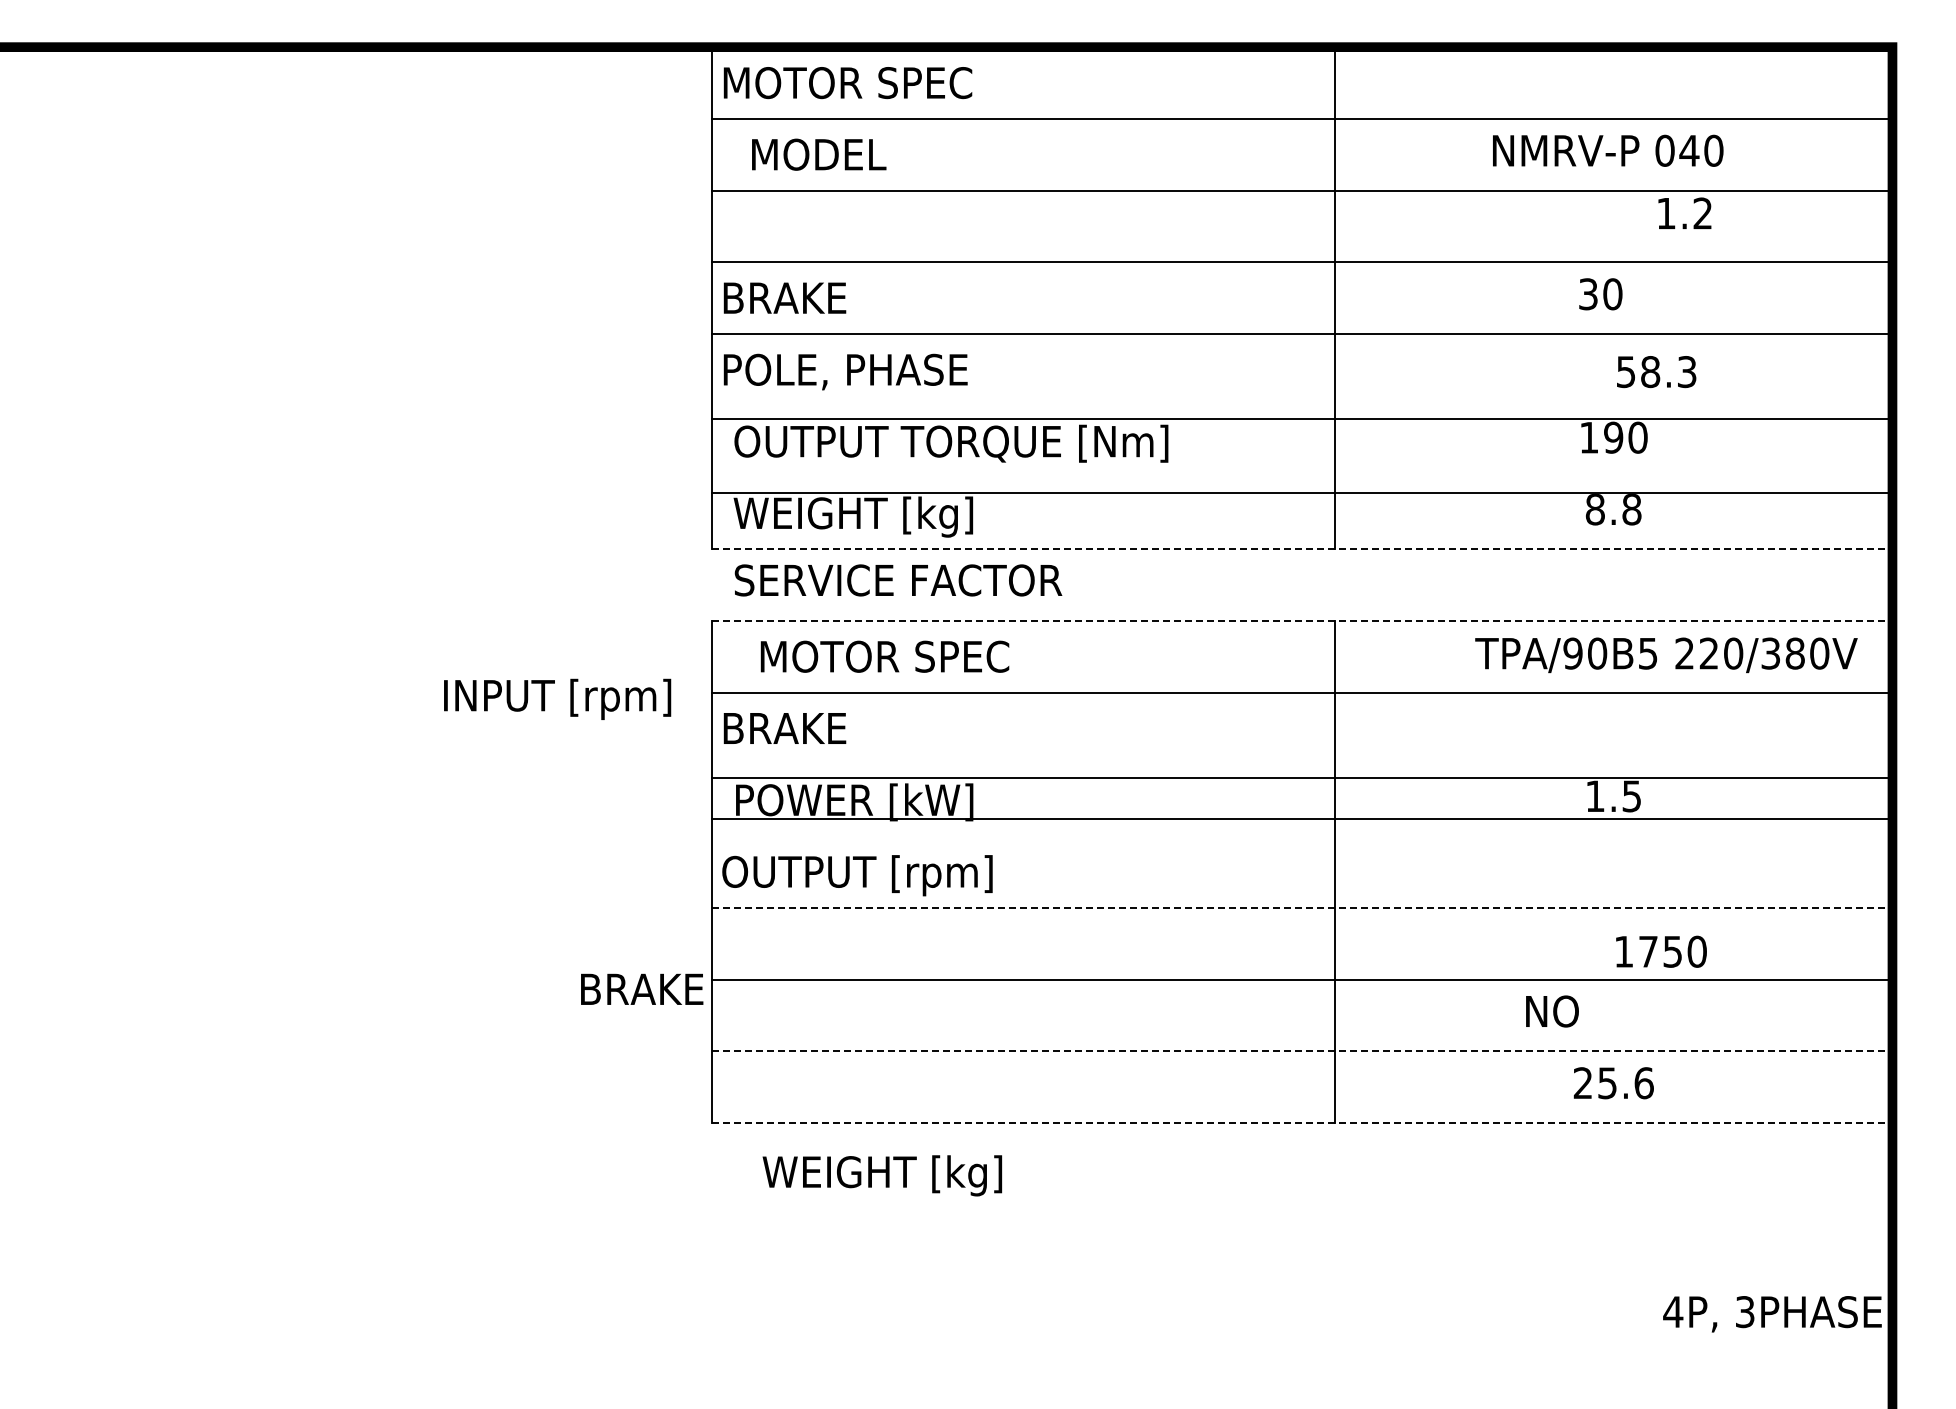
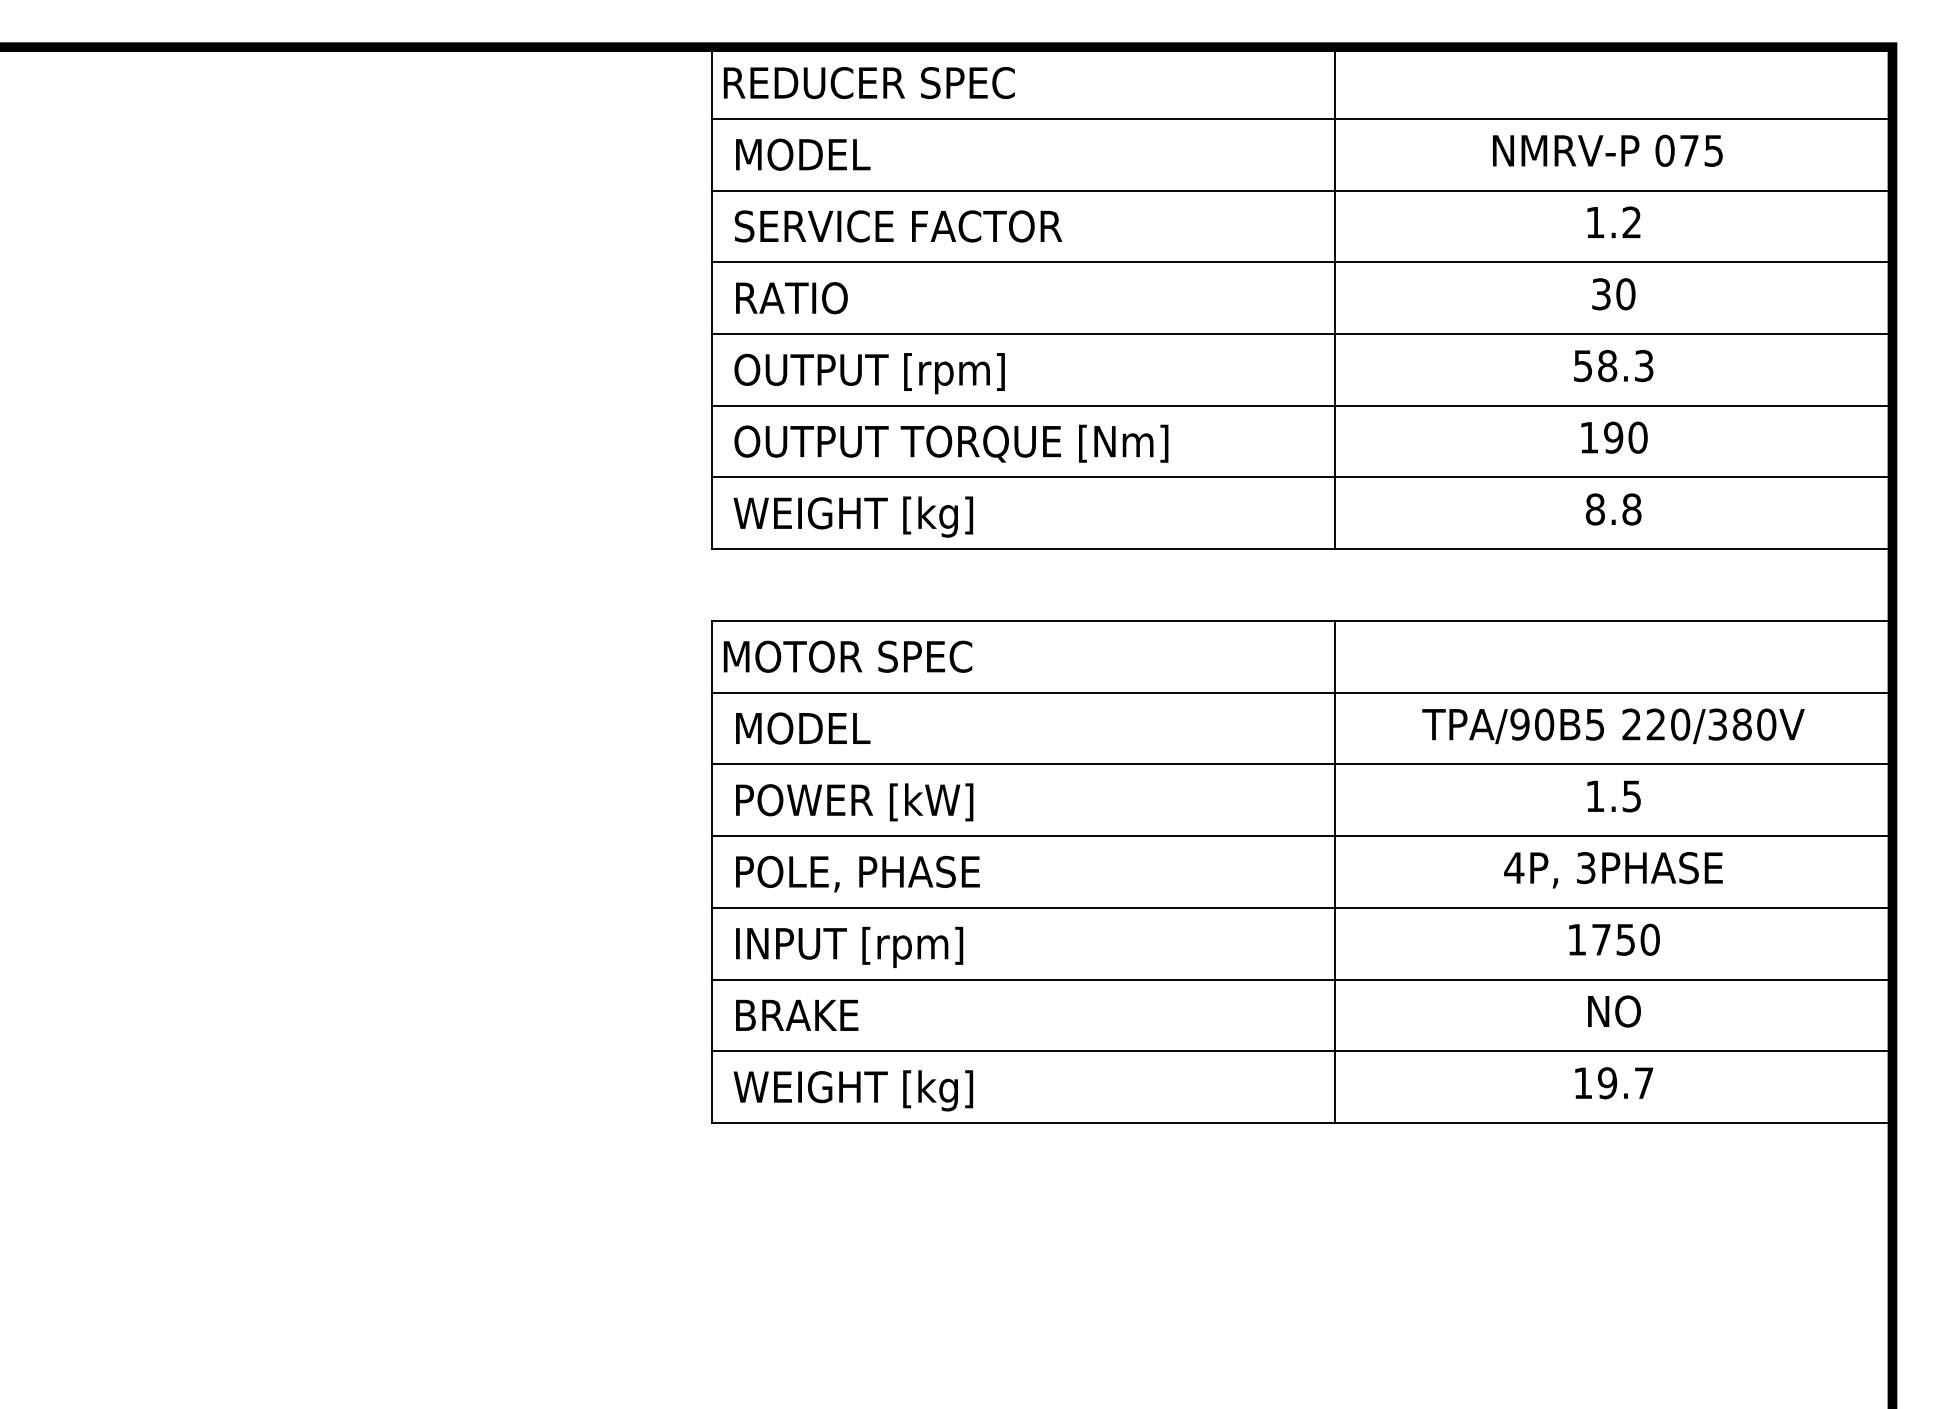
text at (870, 83): MOTOR SPEC -> REDUCER SPEC
text at (1701, 150): 040 -> 075
text at (819, 154) position: (819, 154) -> (803, 154)
text at (1684, 212) position: (1684, 212) -> (1613, 221)
text at (1600, 294) position: (1600, 294) -> (1613, 294)
text at (785, 298): BRAKE -> RATIO
text at (1656, 372) position: (1656, 372) -> (1613, 366)
text at (863, 373): POLE, PHASE -> OUTPUT [rpm]
line at (1302, 418) position: (1302, 418) -> (1302, 405)
line at (1302, 493) position: (1302, 493) -> (1302, 477)
line at (1302, 549): dashed -> solid
text at (898, 580) position: (898, 580) -> (898, 226)
line at (1302, 620): dashed -> solid
text at (1666, 655) position: (1666, 655) -> (1613, 726)
text at (884, 656) position: (884, 656) -> (847, 656)
text at (557, 698) position: (557, 698) -> (849, 946)
text at (796, 728): BRAKE -> MODEL
line at (1302, 778) position: (1302, 778) -> (1302, 764)
line at (1302, 819) position: (1302, 819) -> (1302, 836)
text at (857, 875): OUTPUT [rpm] -> POLE, PHASE
line at (1302, 907): dashed -> solid
text at (1661, 951) position: (1661, 951) -> (1614, 939)
text at (642, 988) position: (642, 988) -> (797, 1014)
text at (1552, 1011) position: (1552, 1011) -> (1614, 1011)
line at (1302, 1051): dashed -> solid
text at (1613, 1083): 25.6 -> 19.7
line at (1302, 1122): dashed -> solid
text at (882, 1175) position: (882, 1175) -> (853, 1090)
text at (1772, 1314) position: (1772, 1314) -> (1613, 870)
